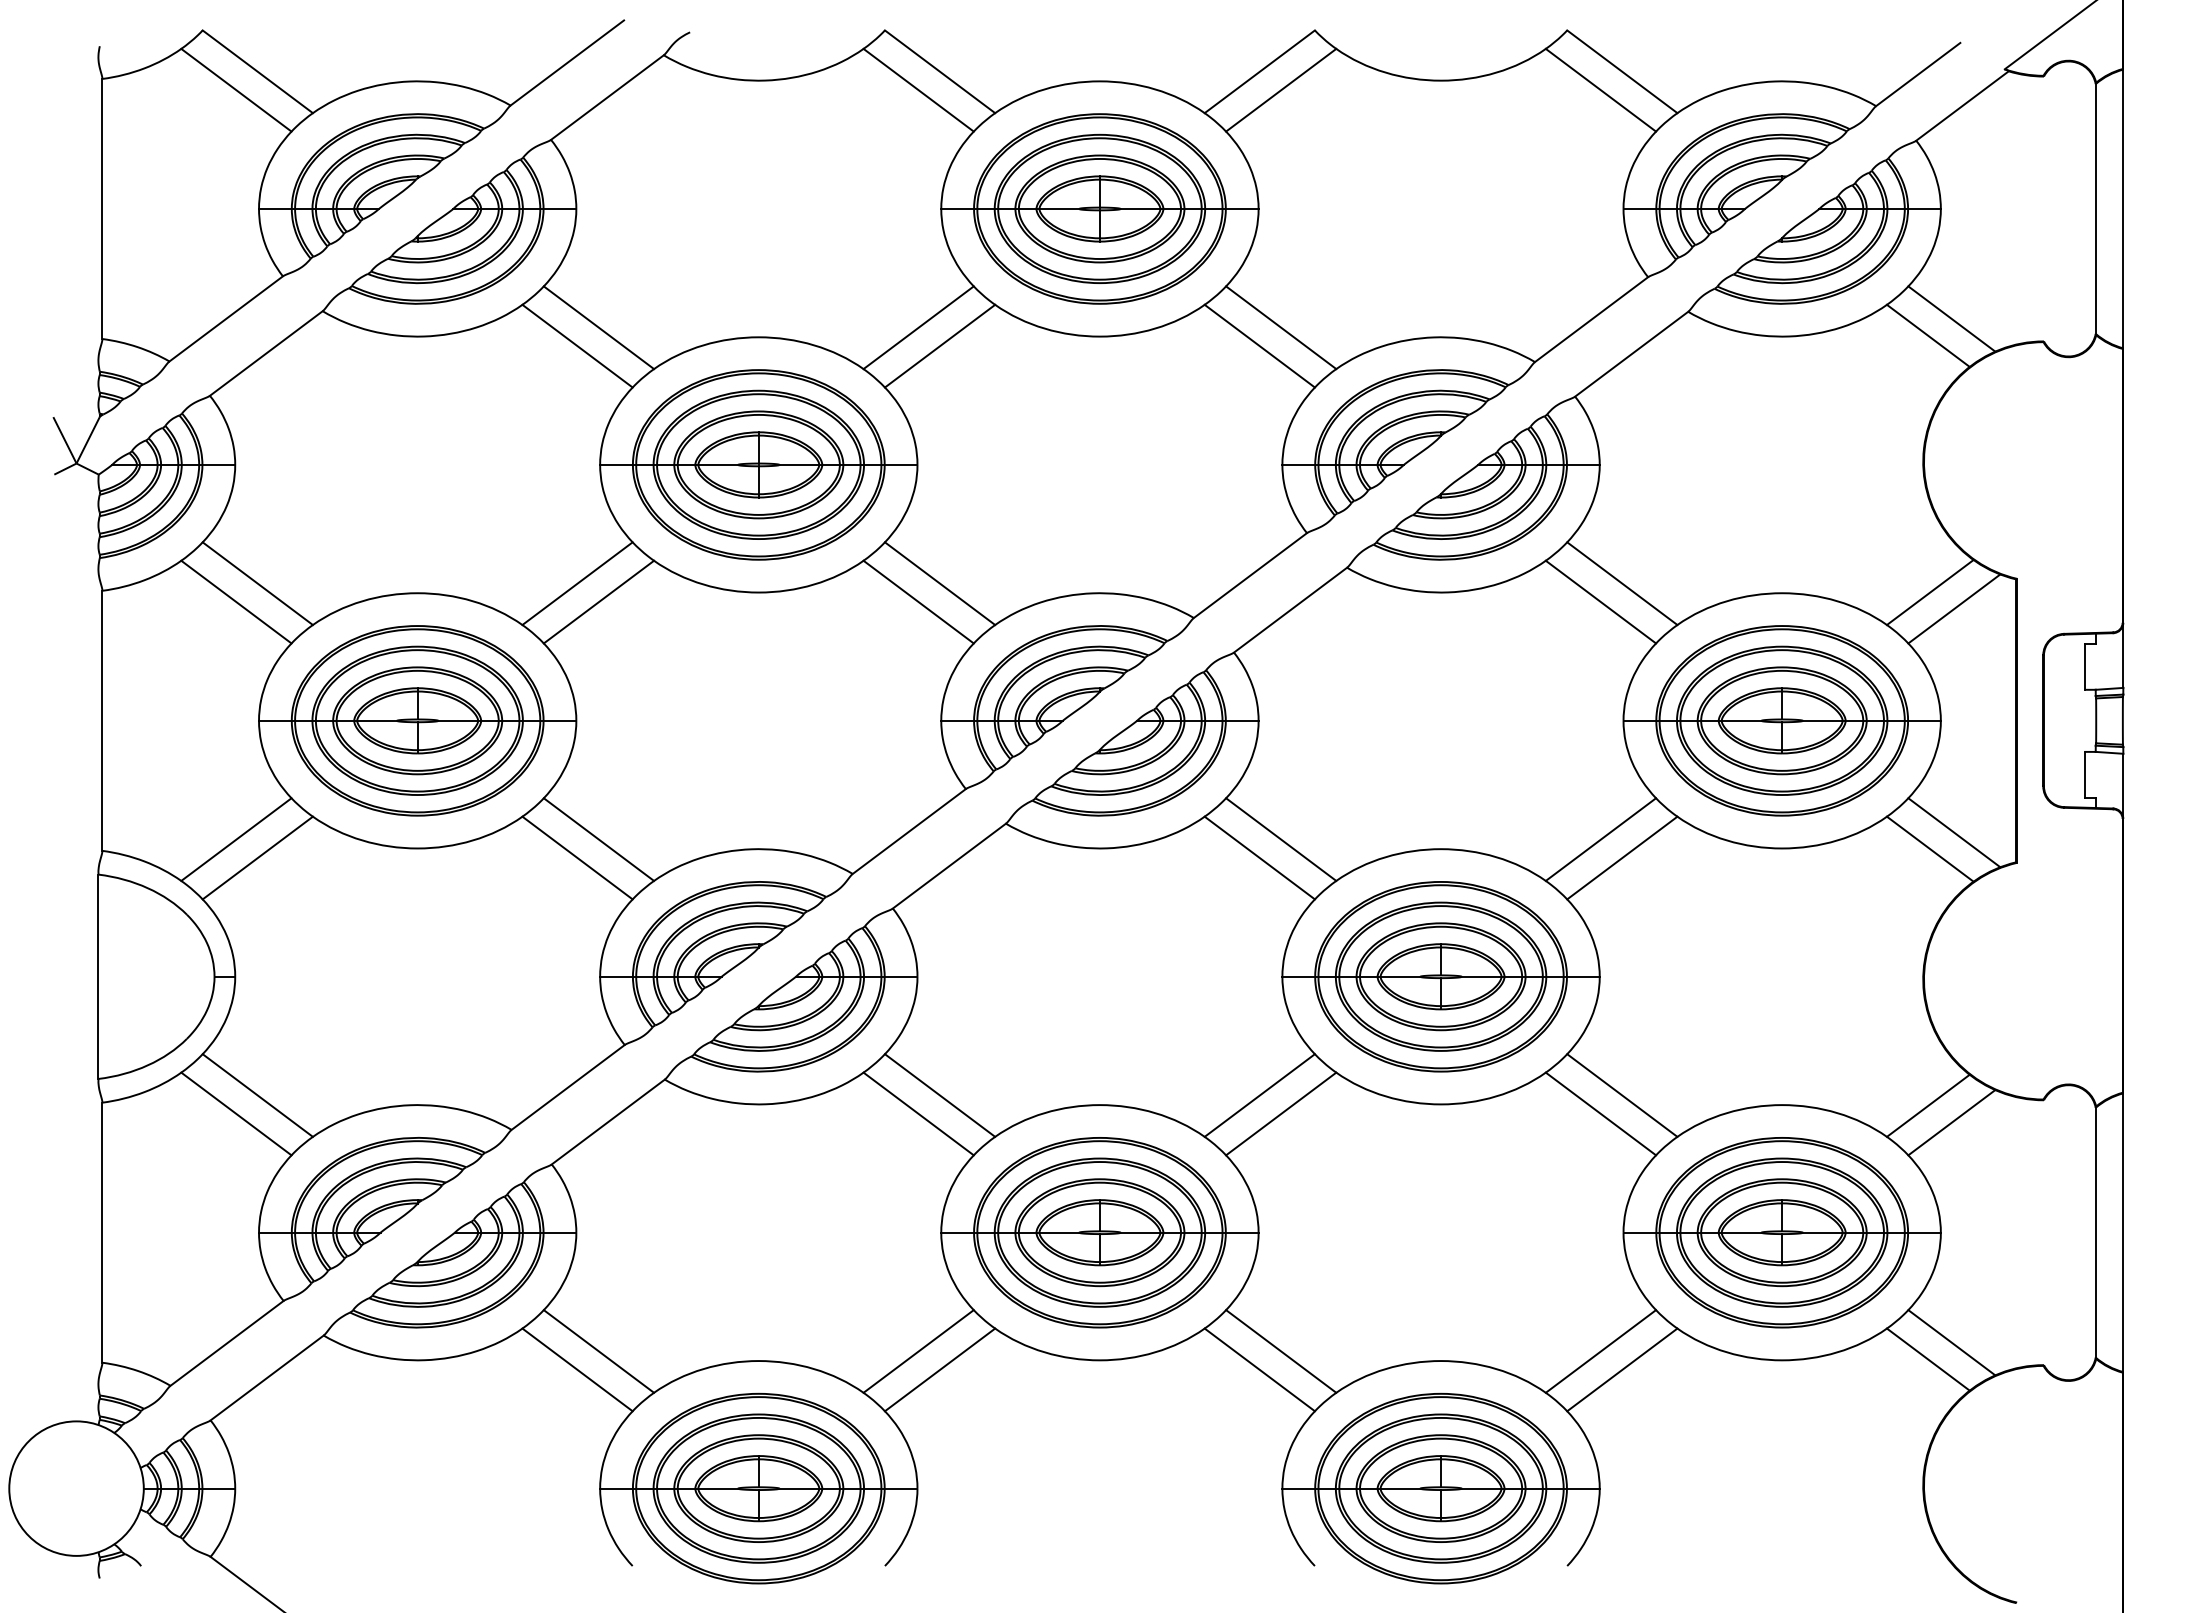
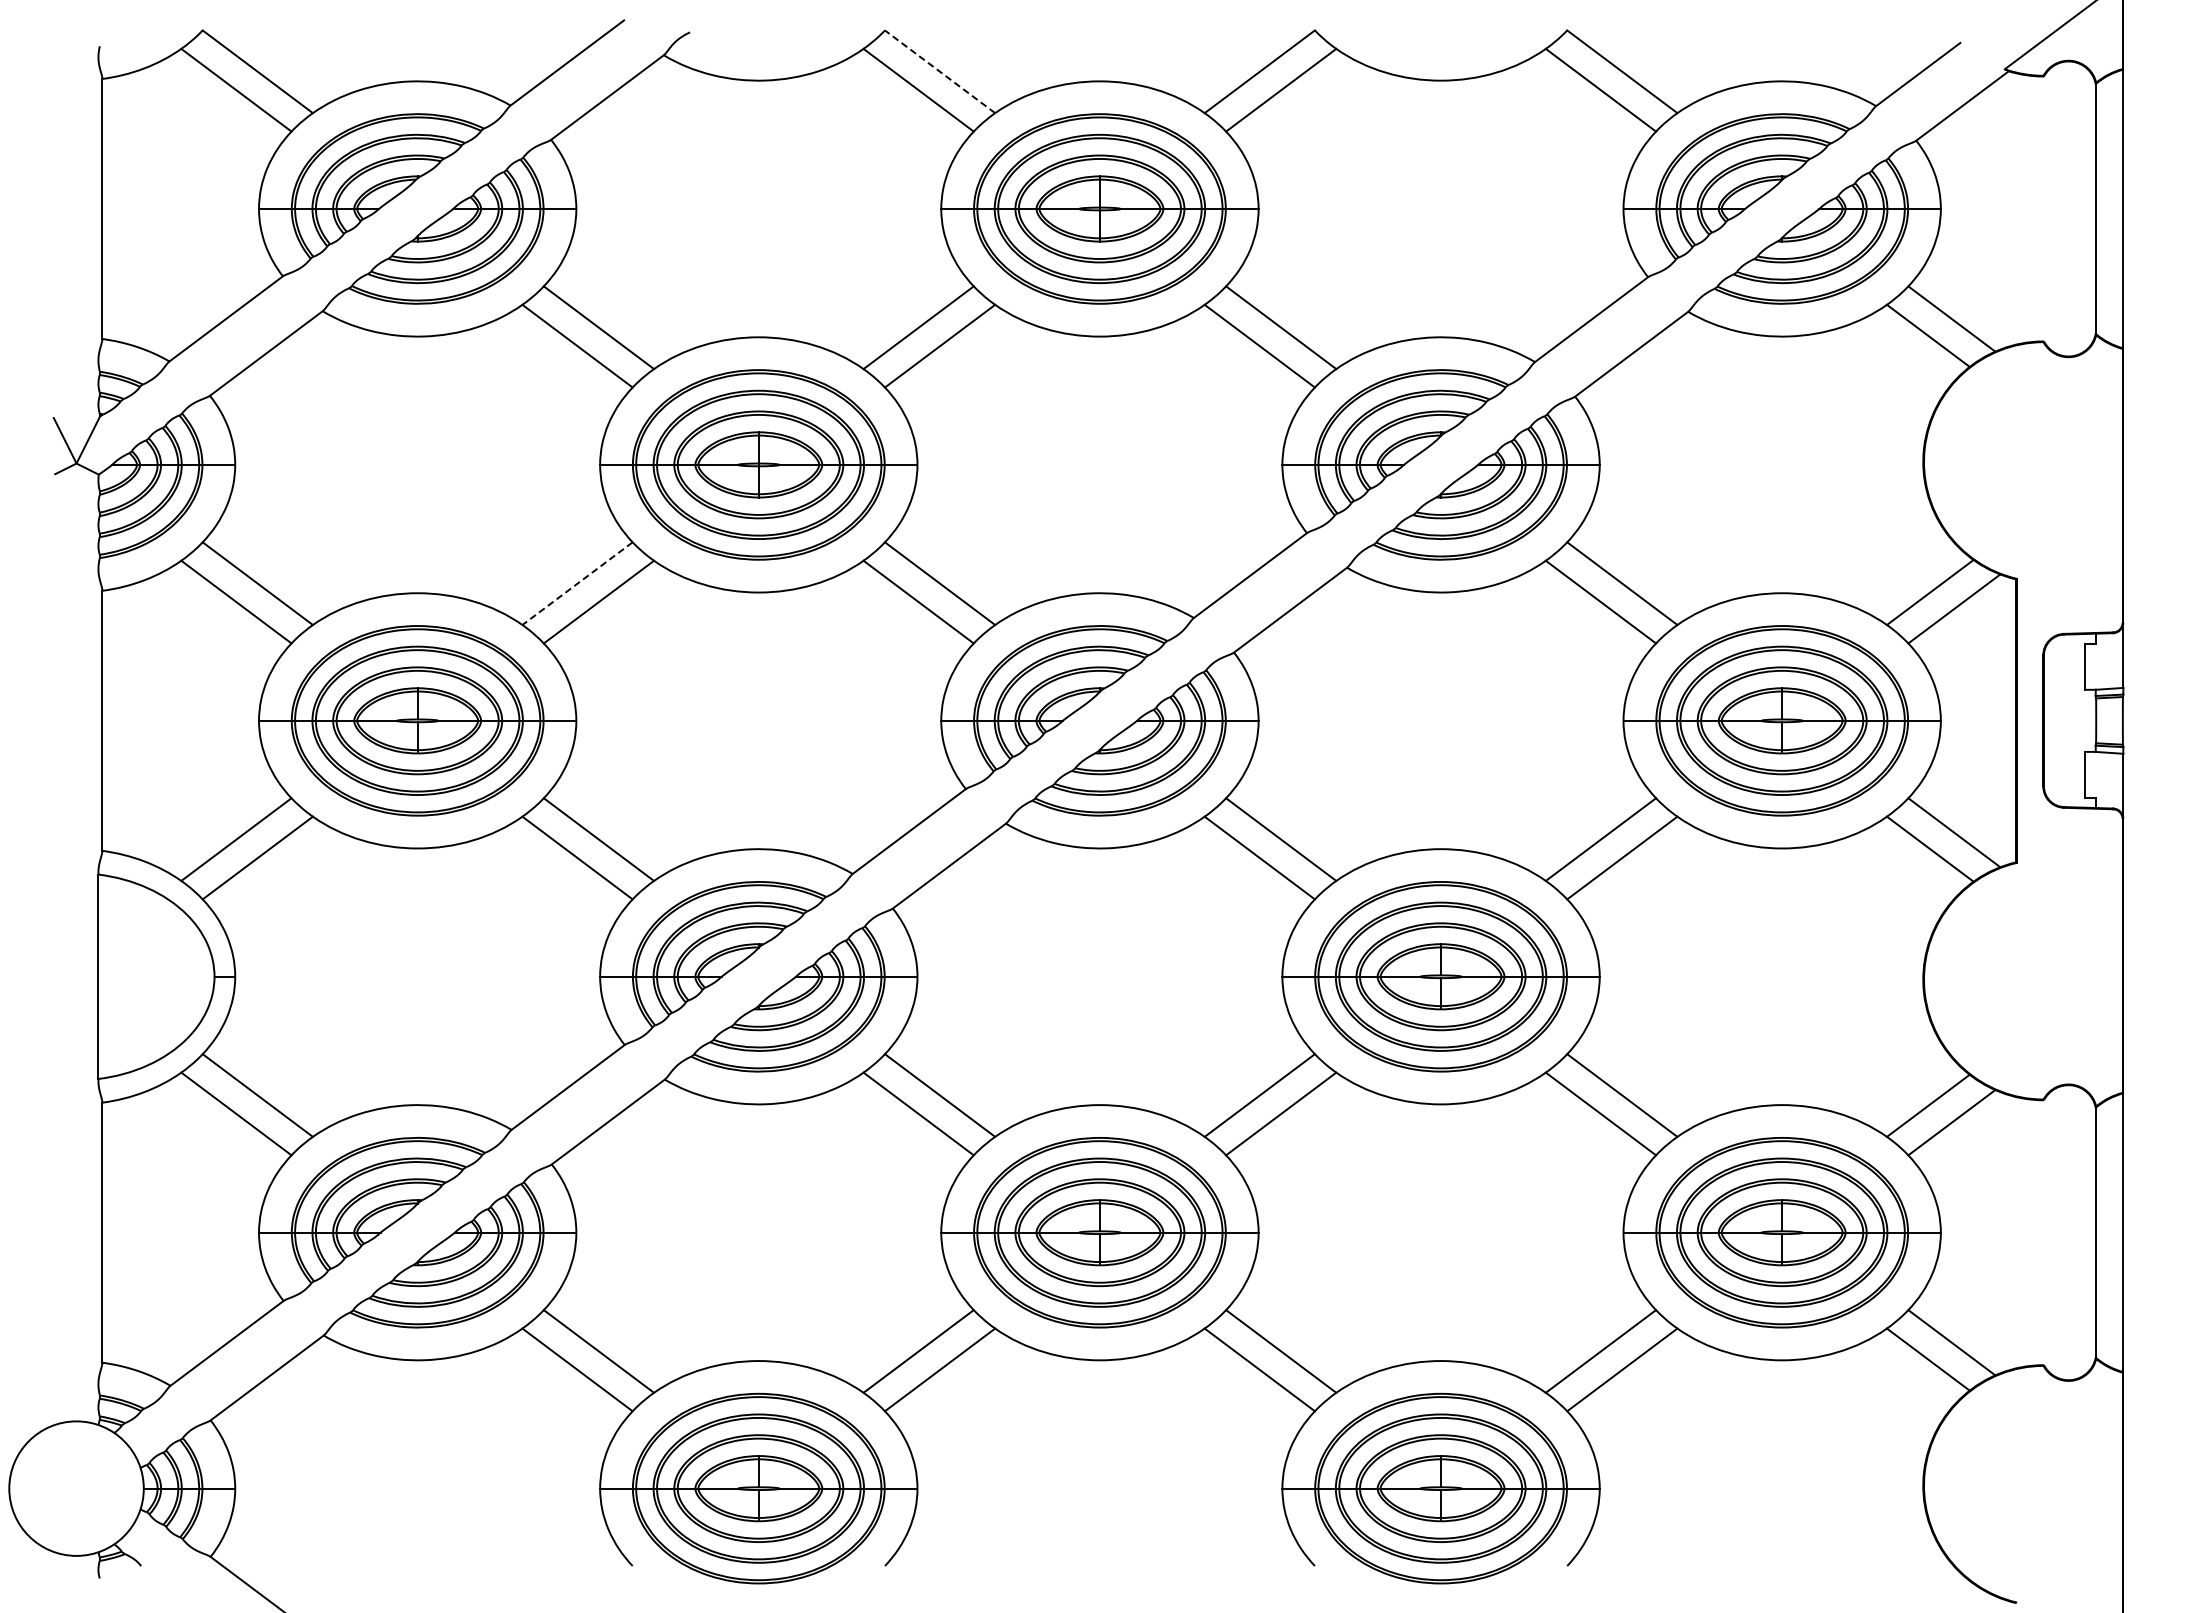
line at (940, 71): solid -> dashed
line at (577, 583): solid -> dashed
